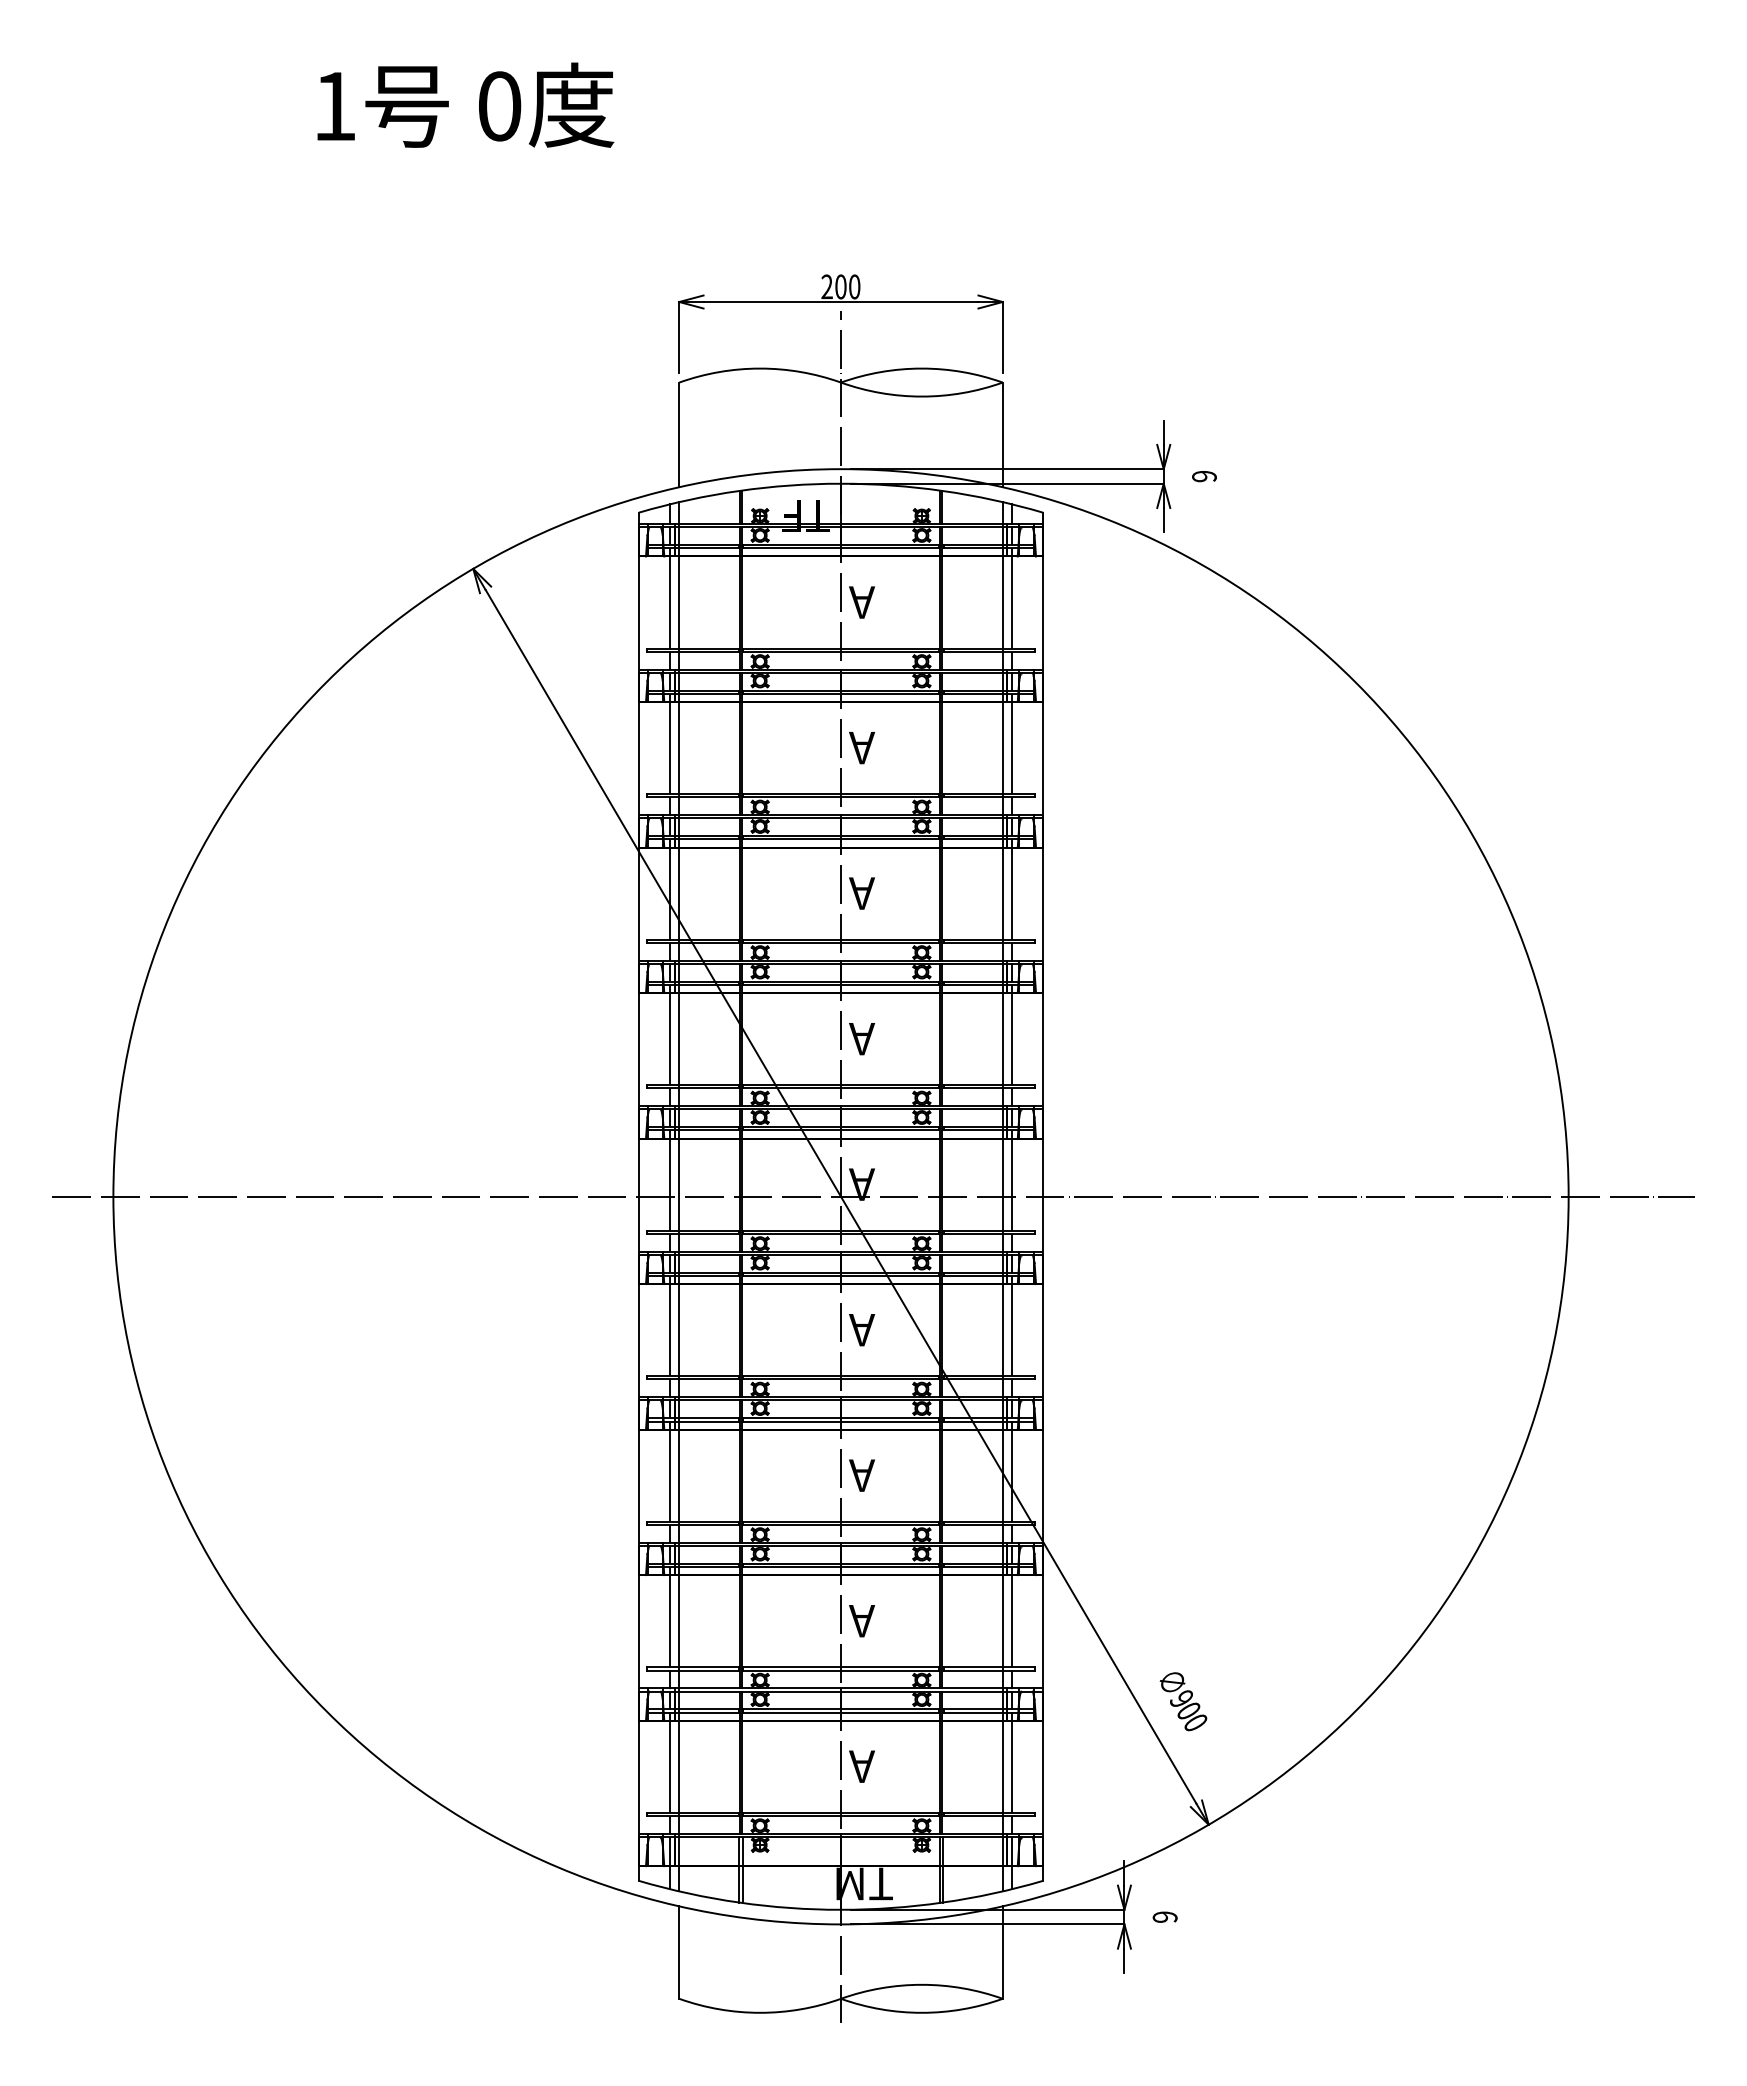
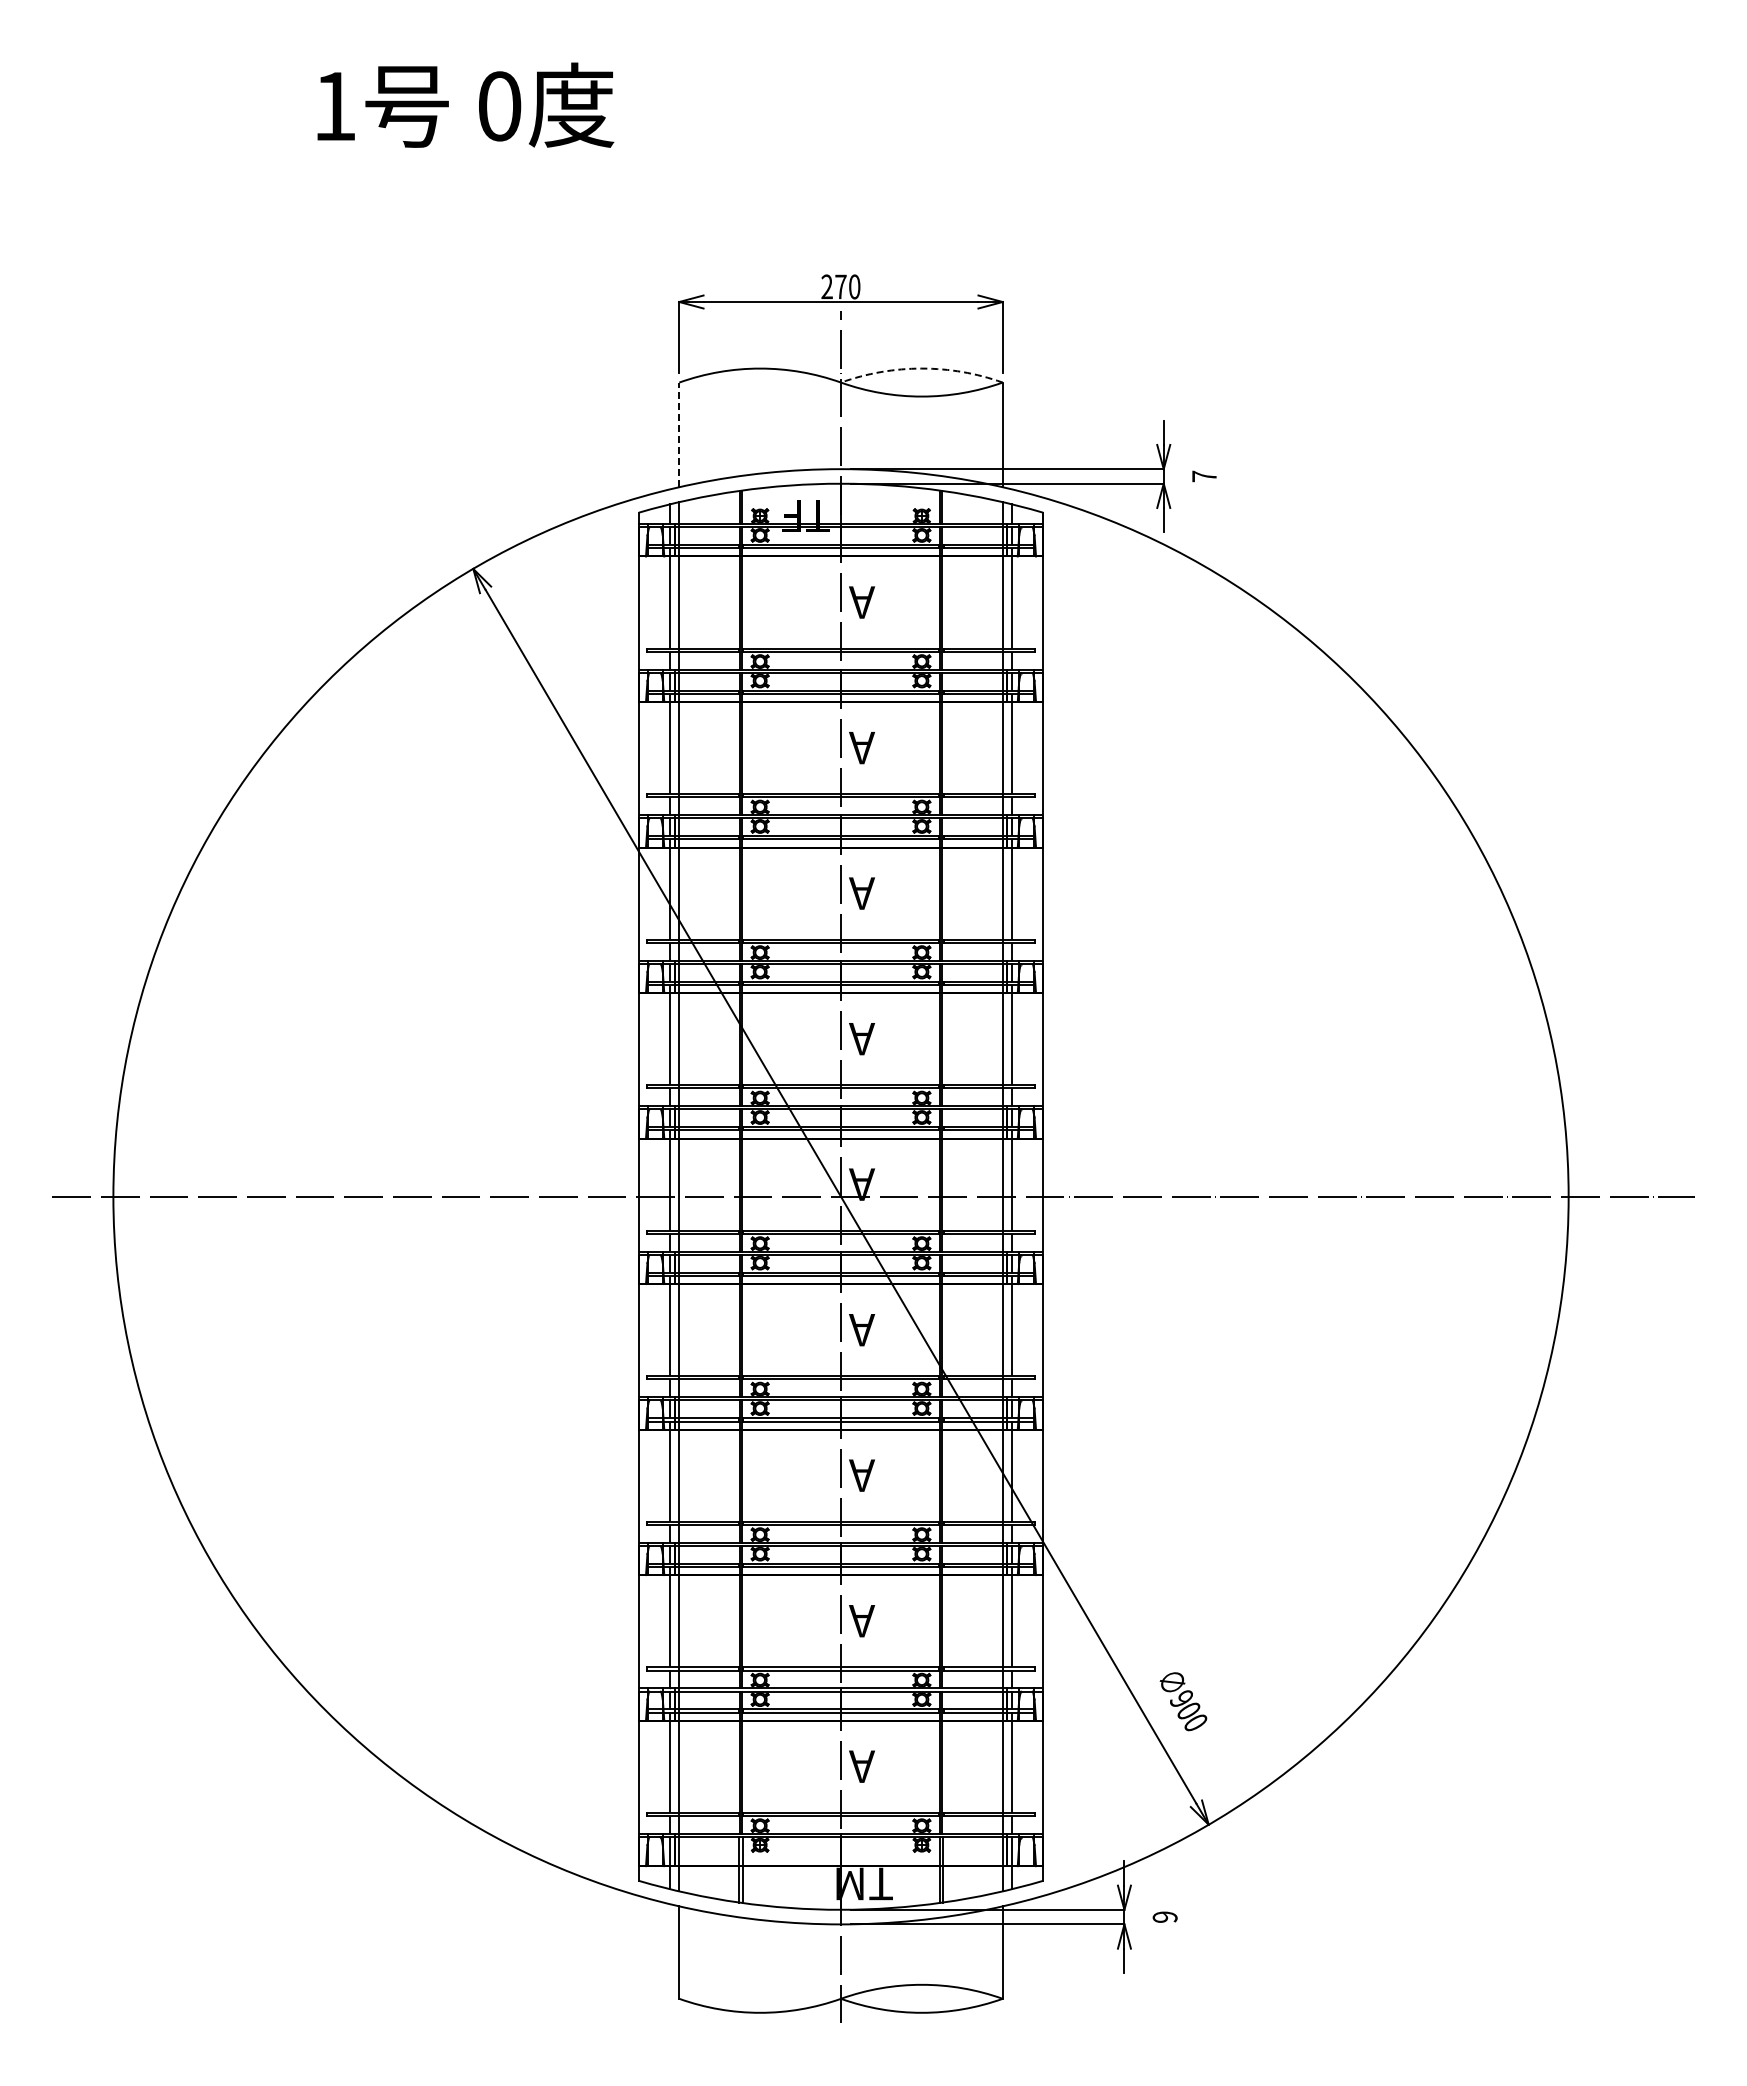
text at (840, 286): 200 -> 270
arc at (921, 368): solid -> dashed
line at (679, 434): solid -> dashed
text at (1204, 476): 9 -> 7
